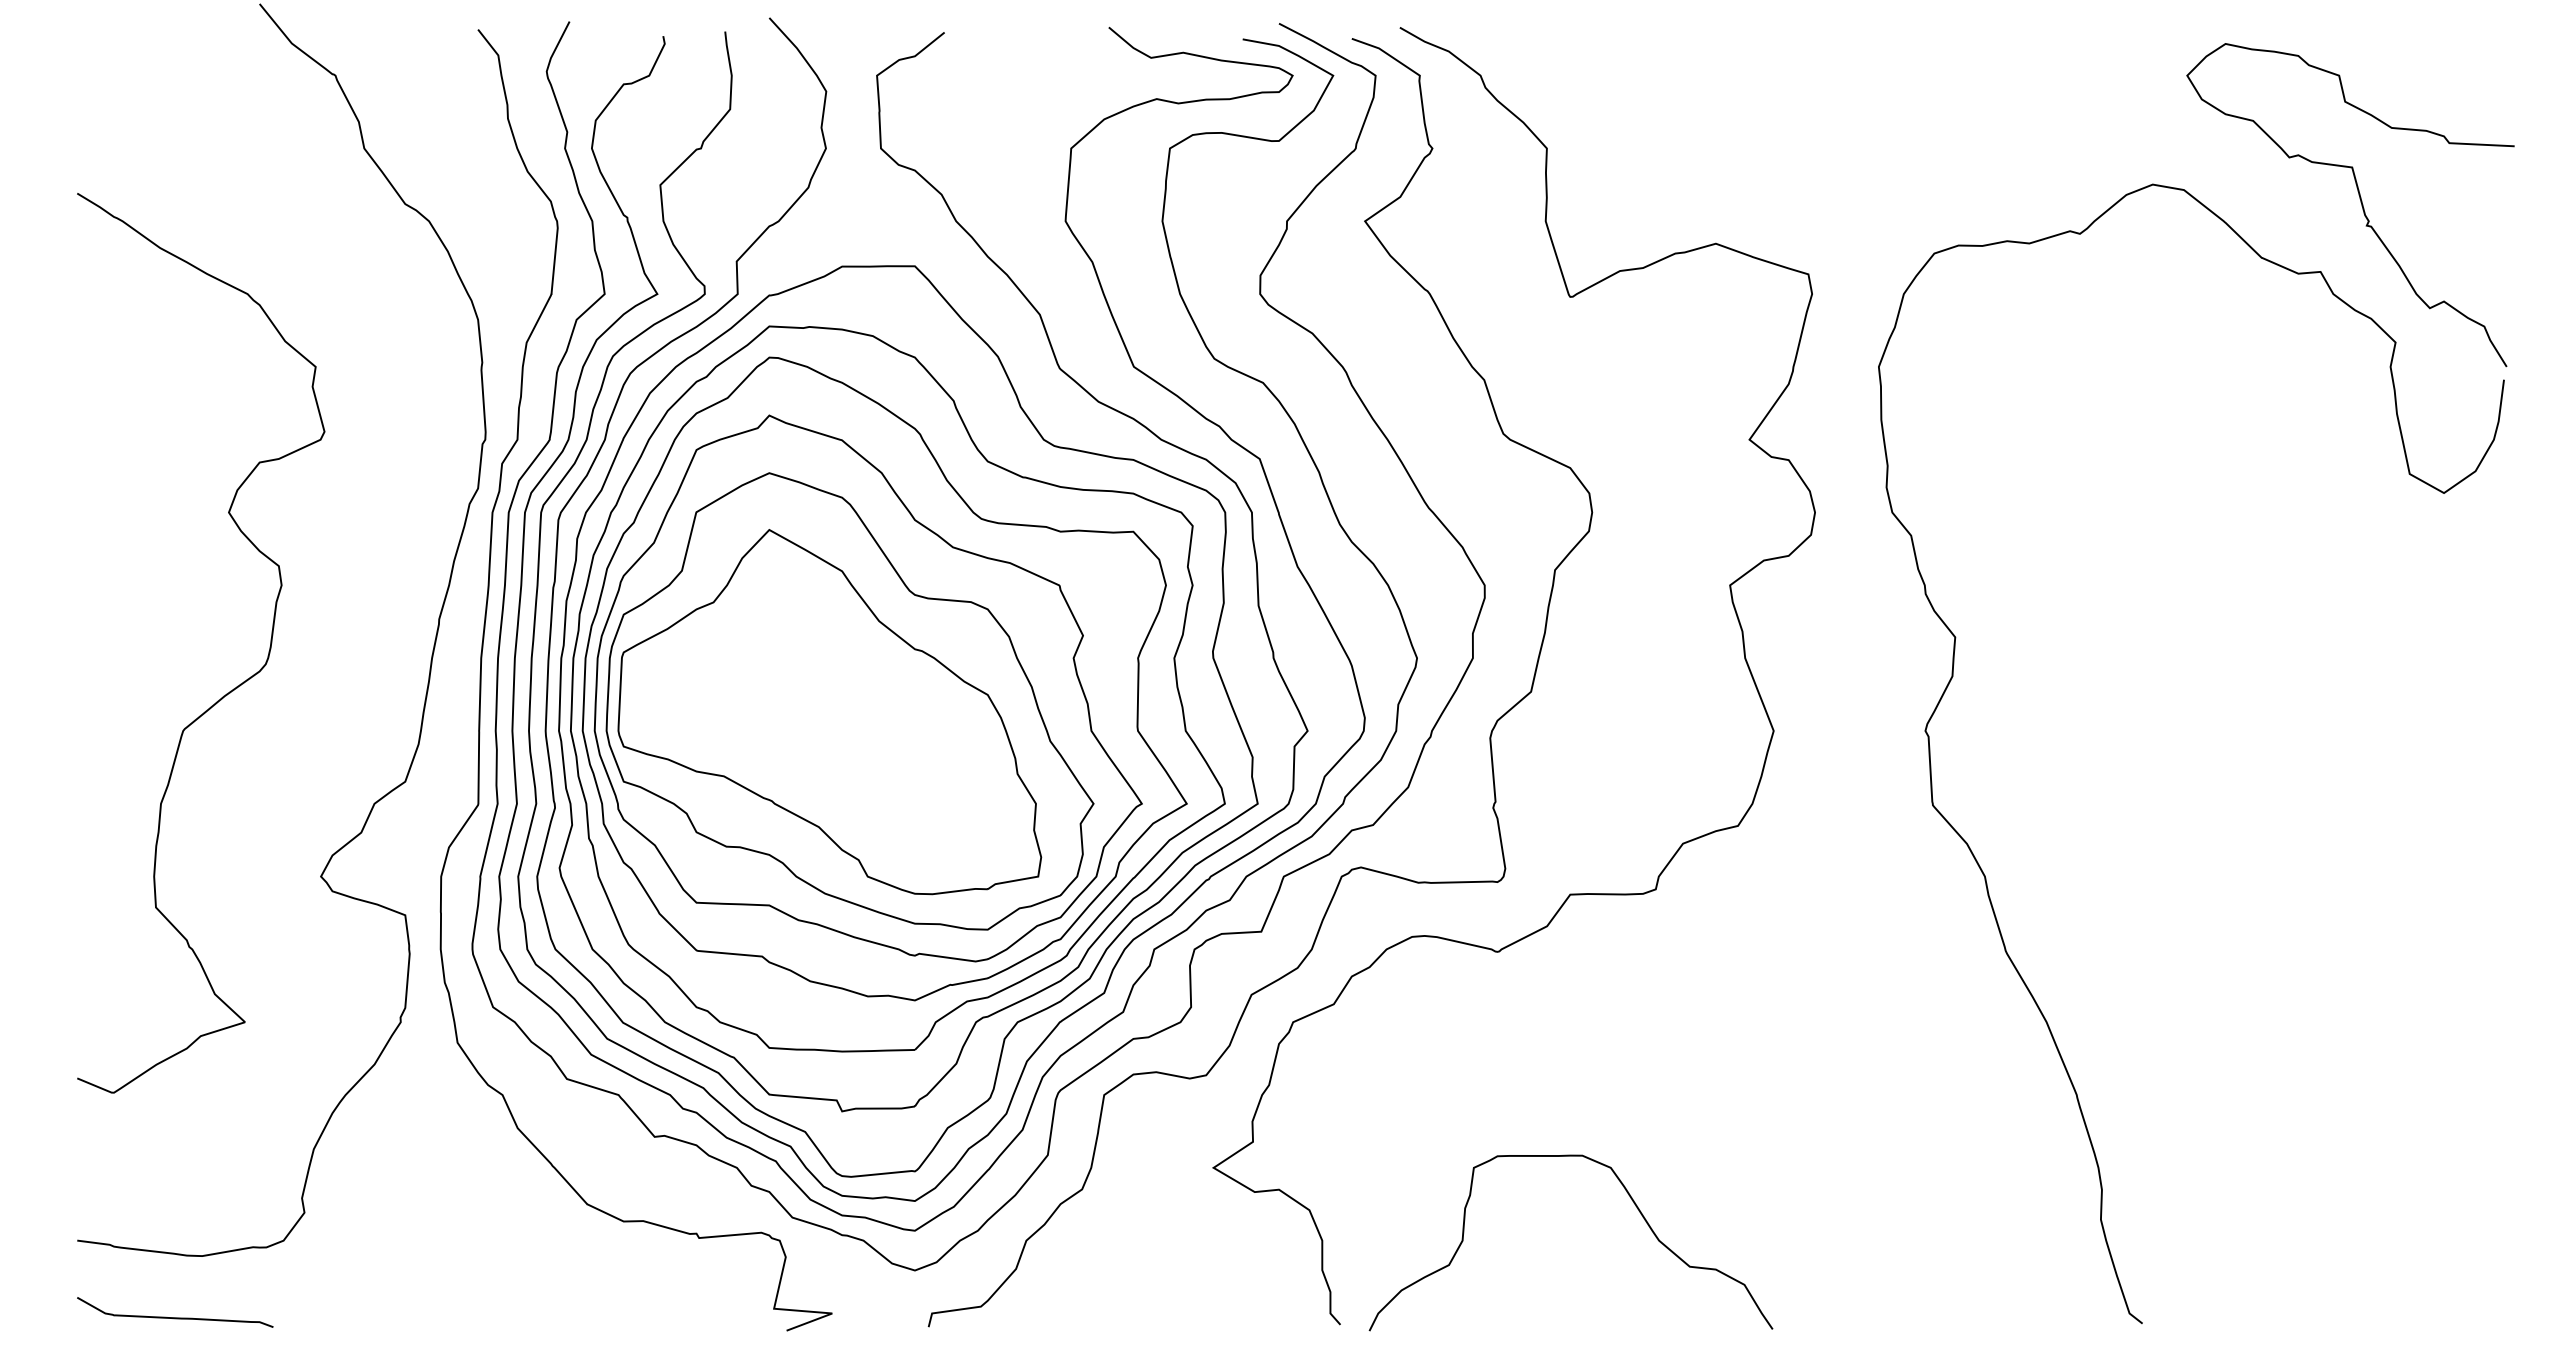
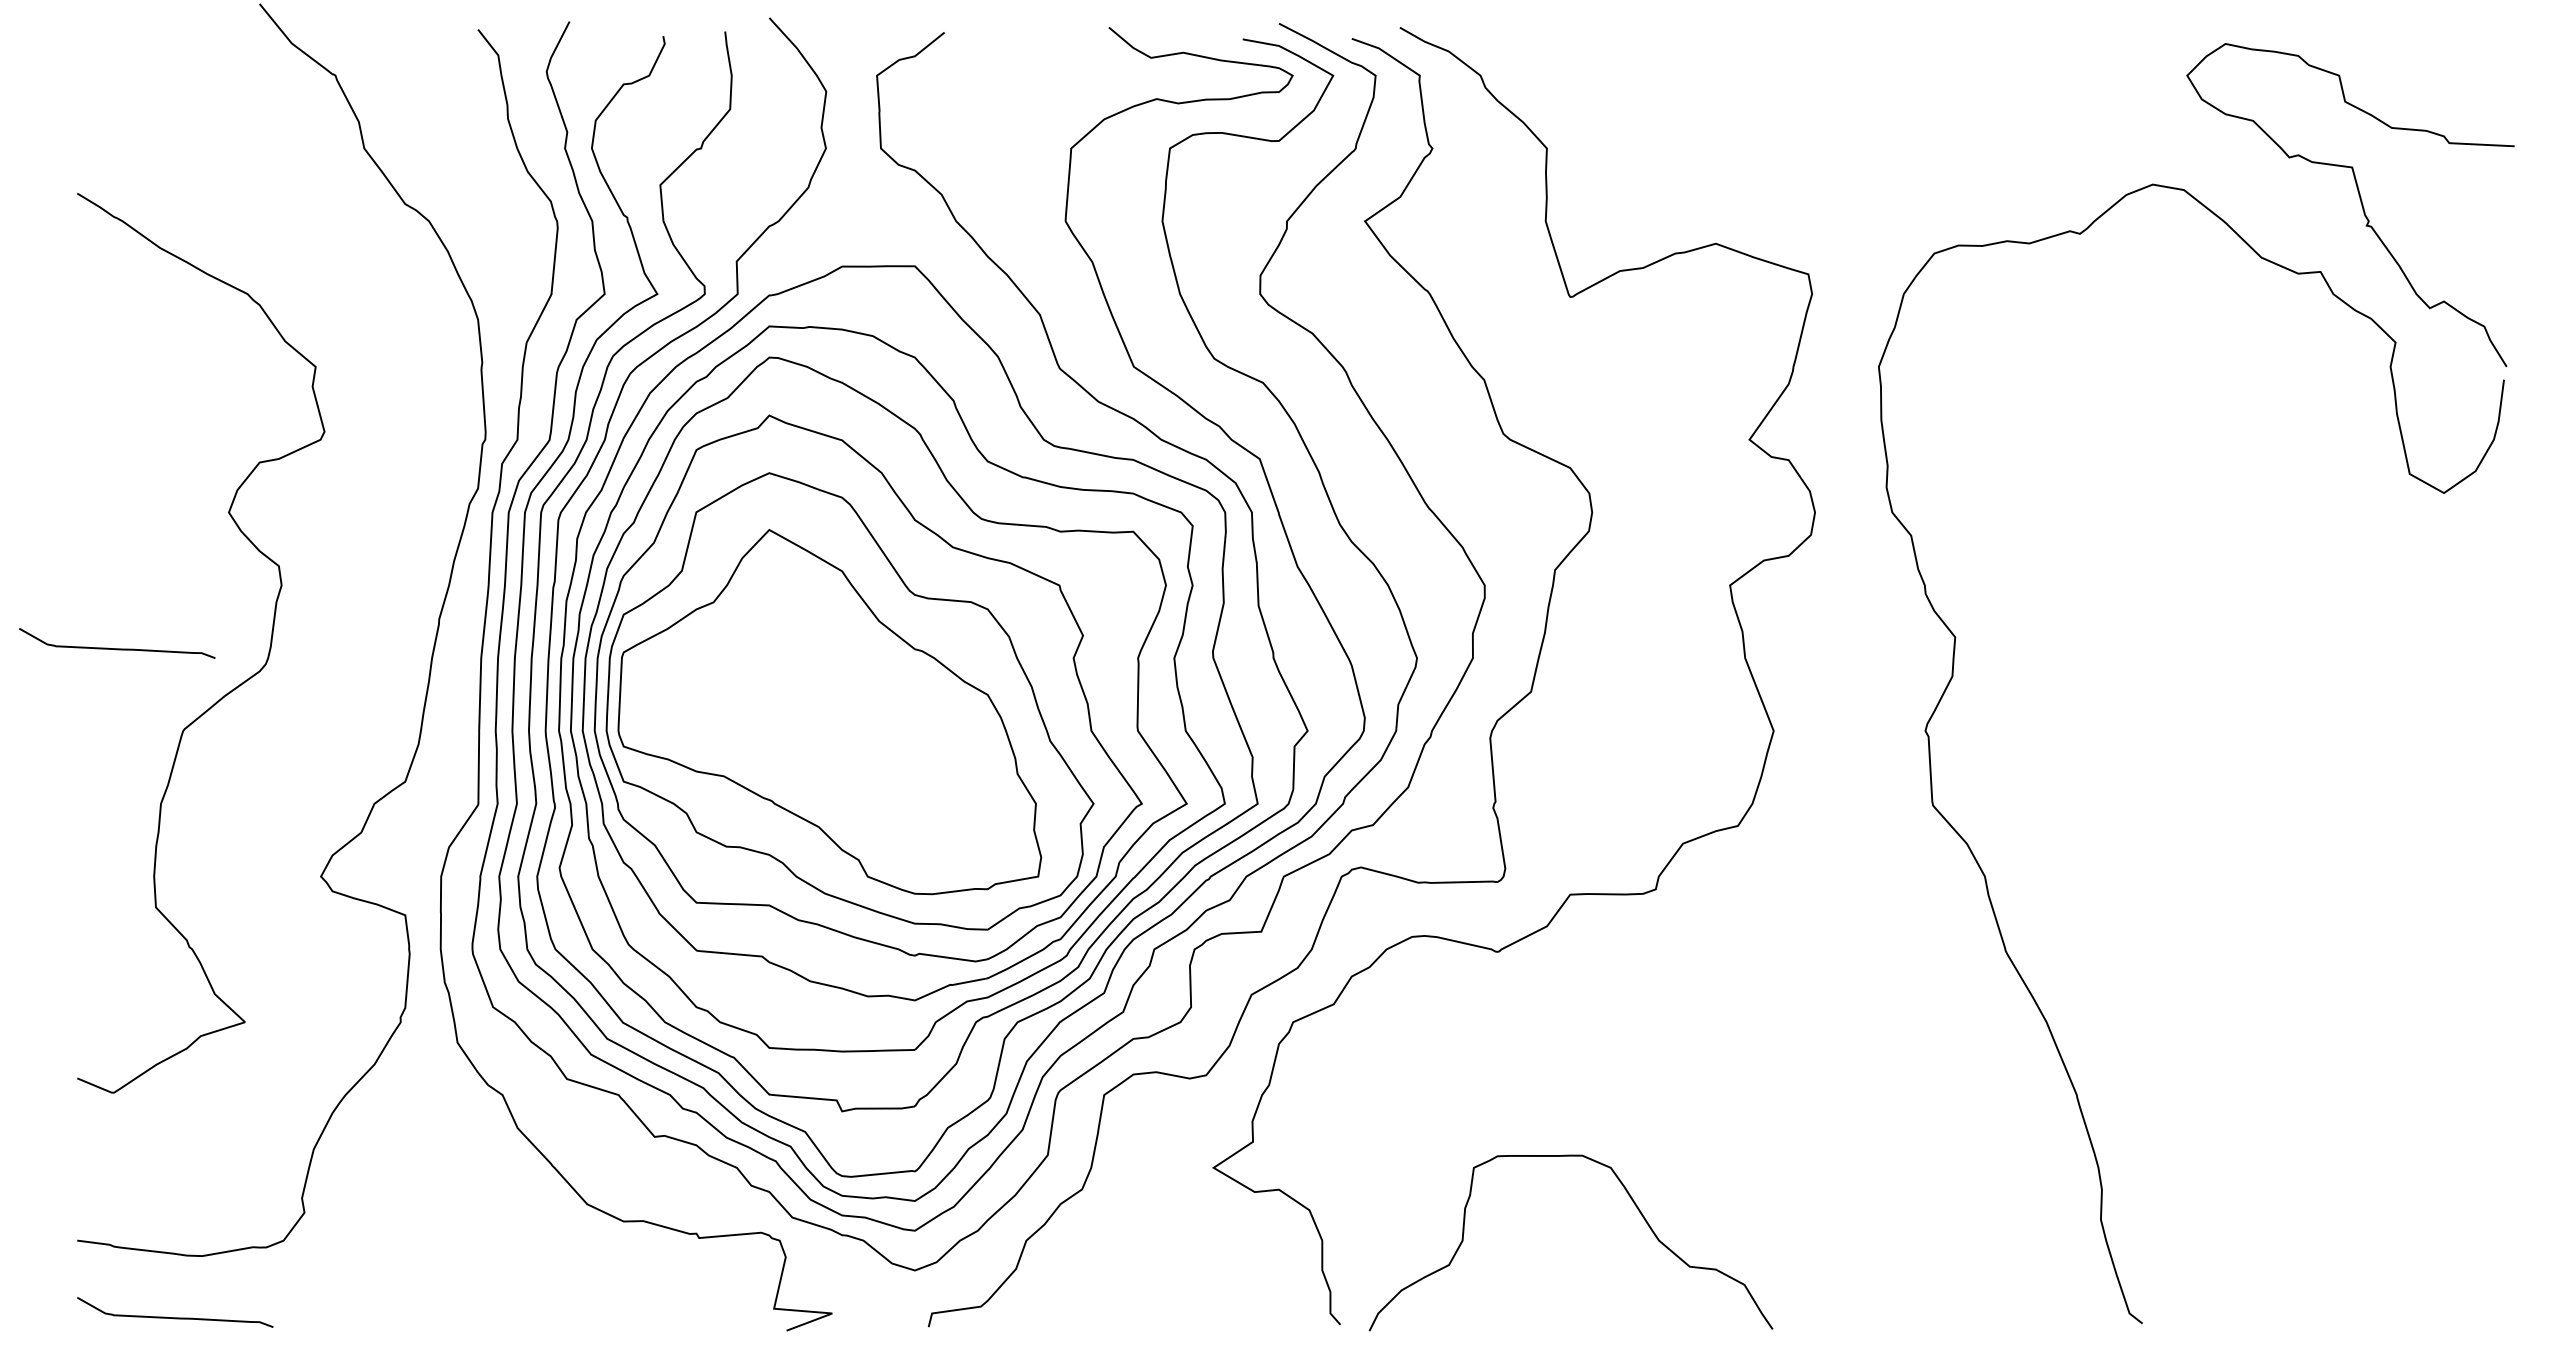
curve at (117, 648): none -> present
